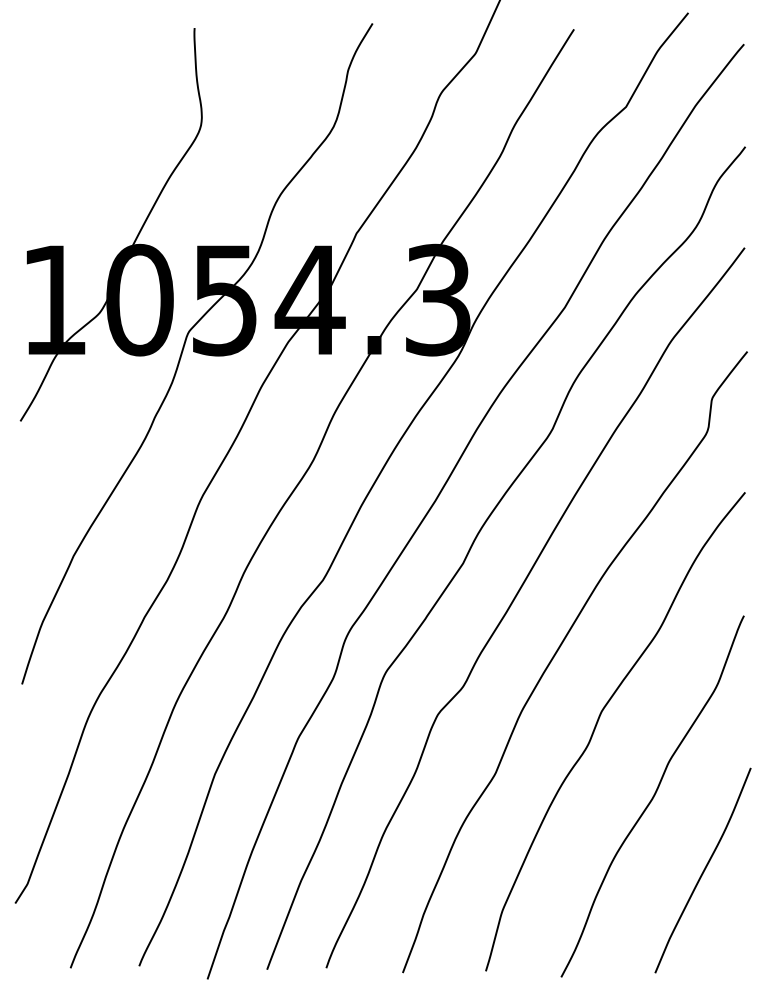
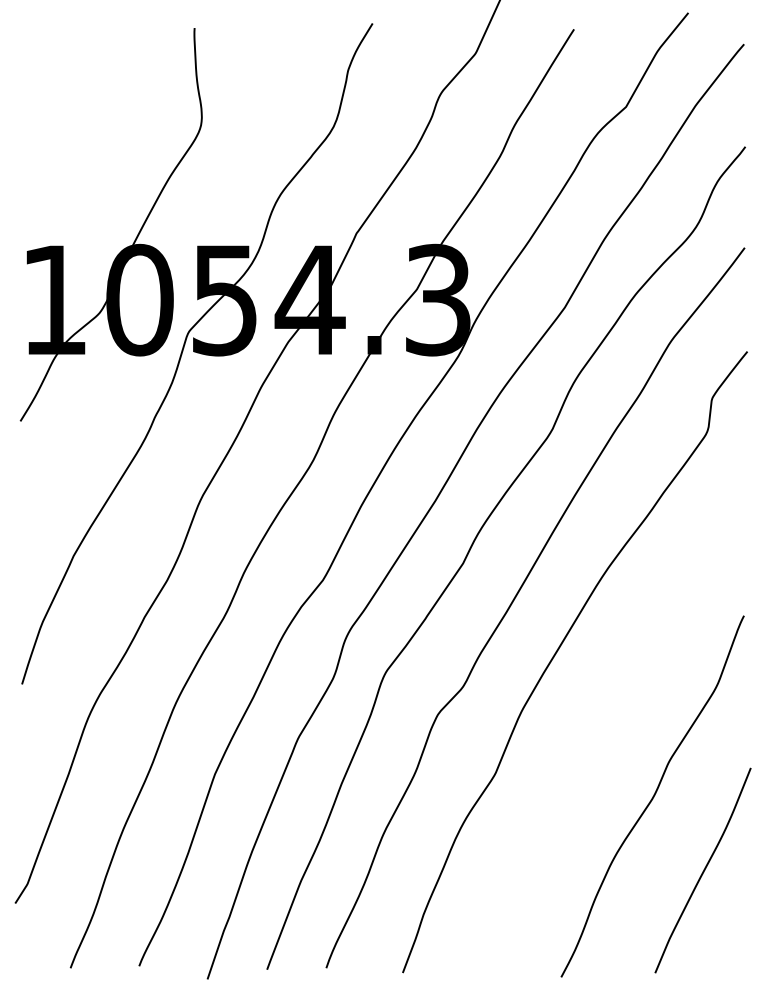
curve at (598, 722): present -> none
